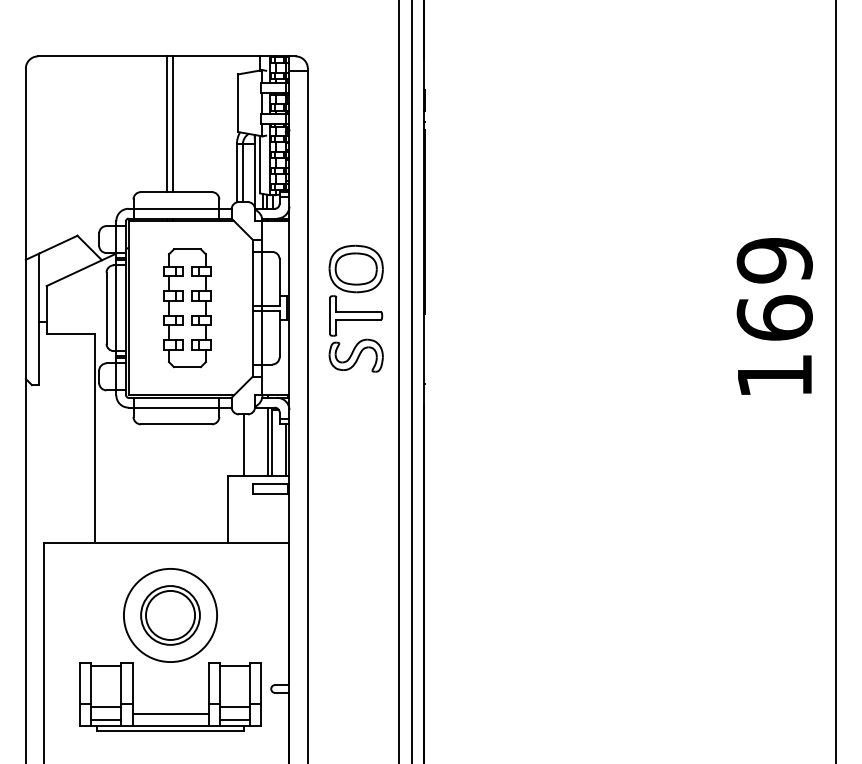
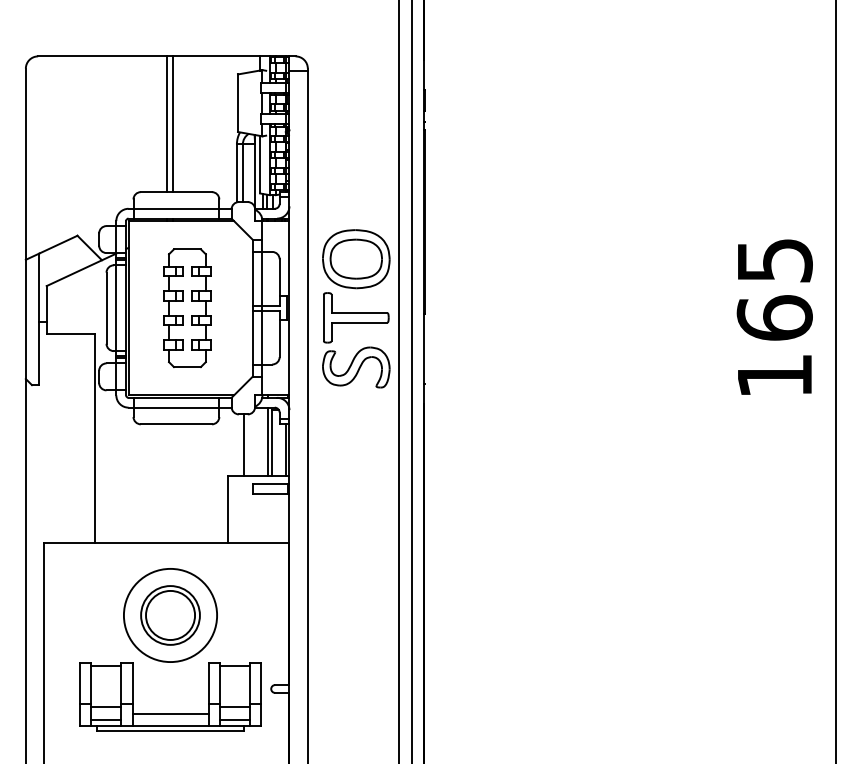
text at (774, 260): 169 -> 165
part at (355, 308) size: 56x129 px -> 69x160 px
